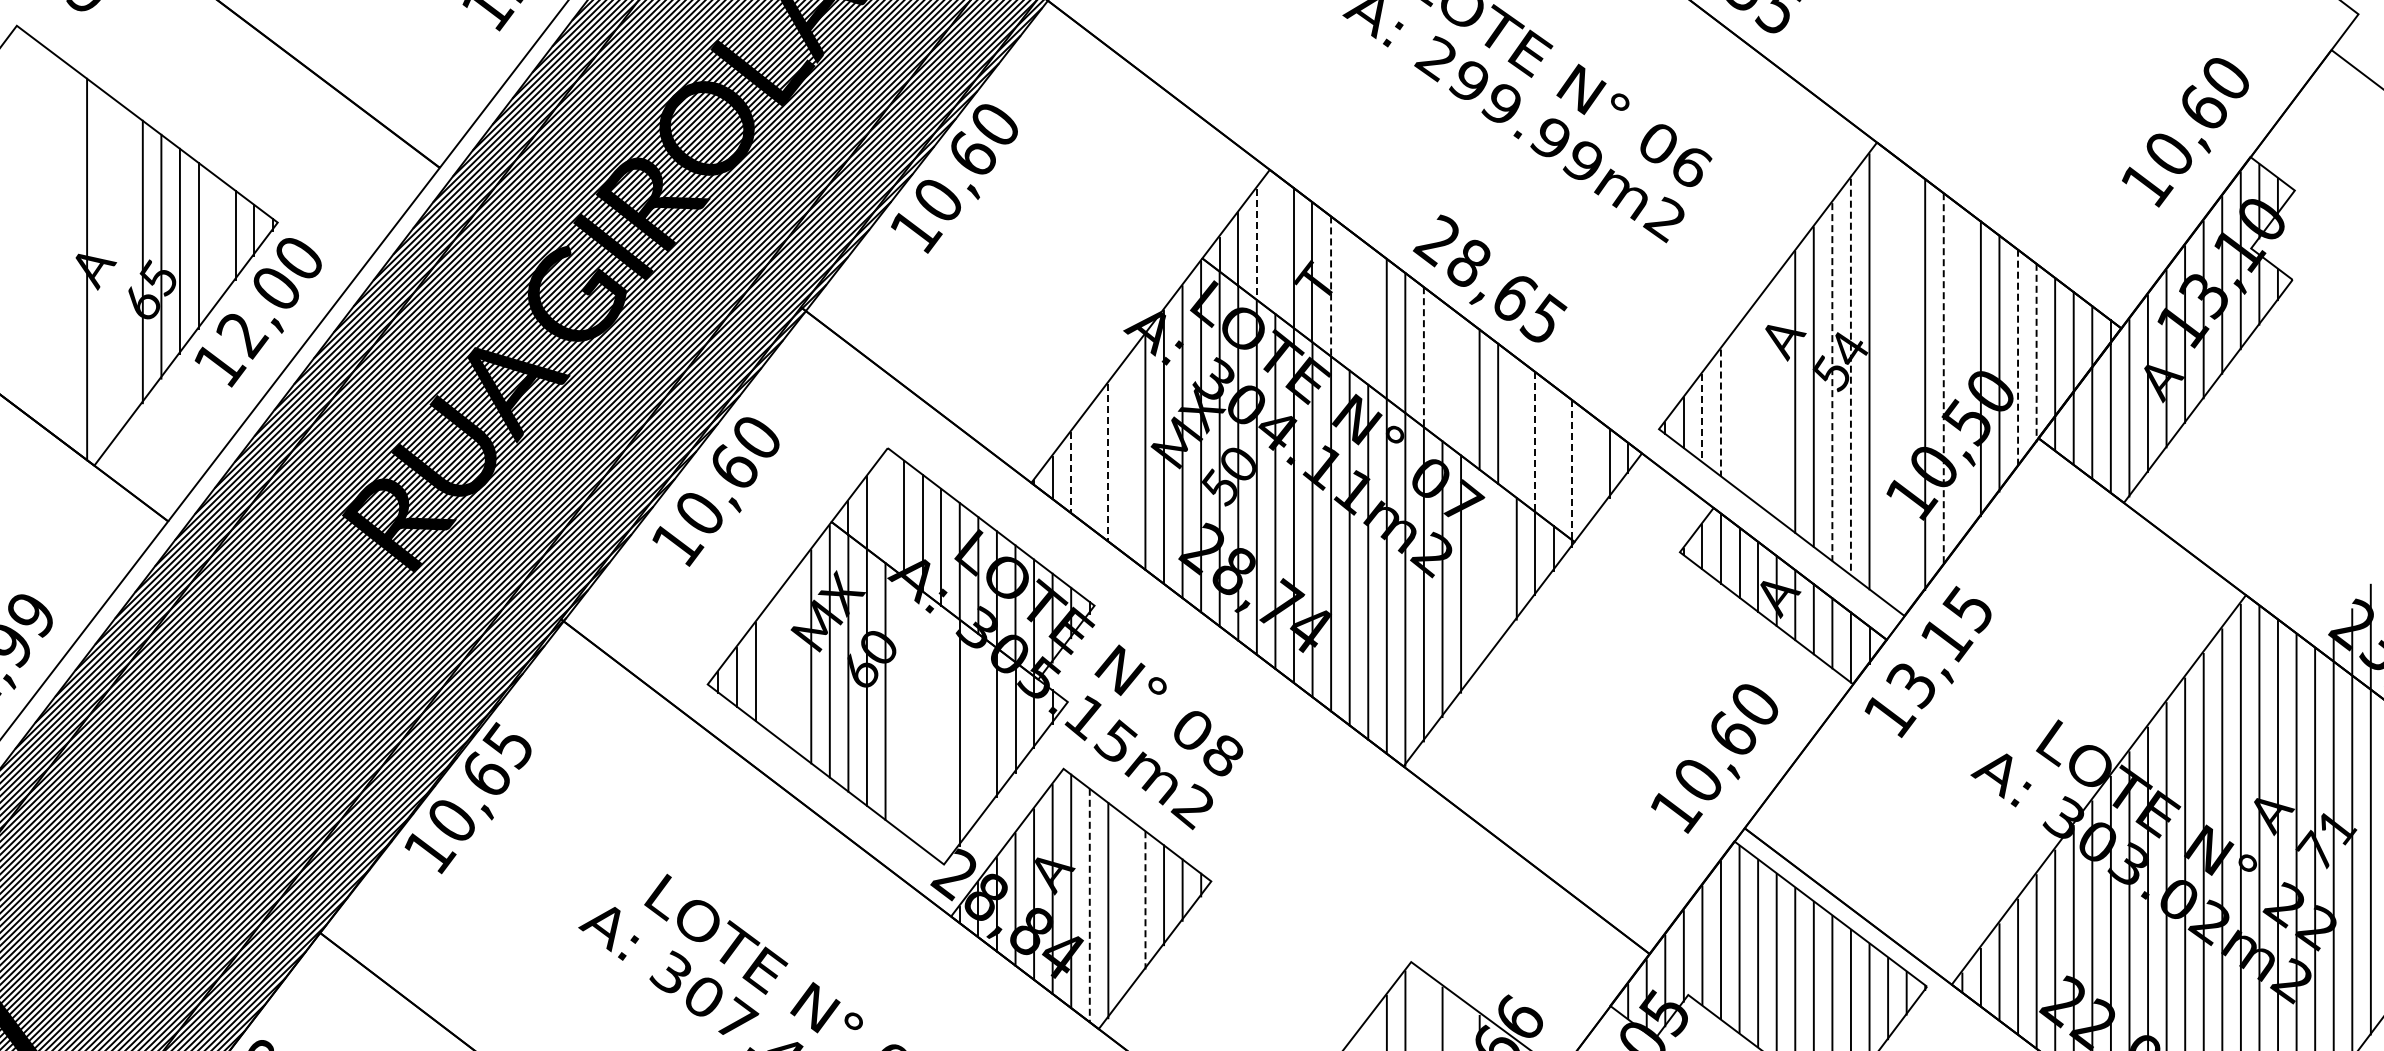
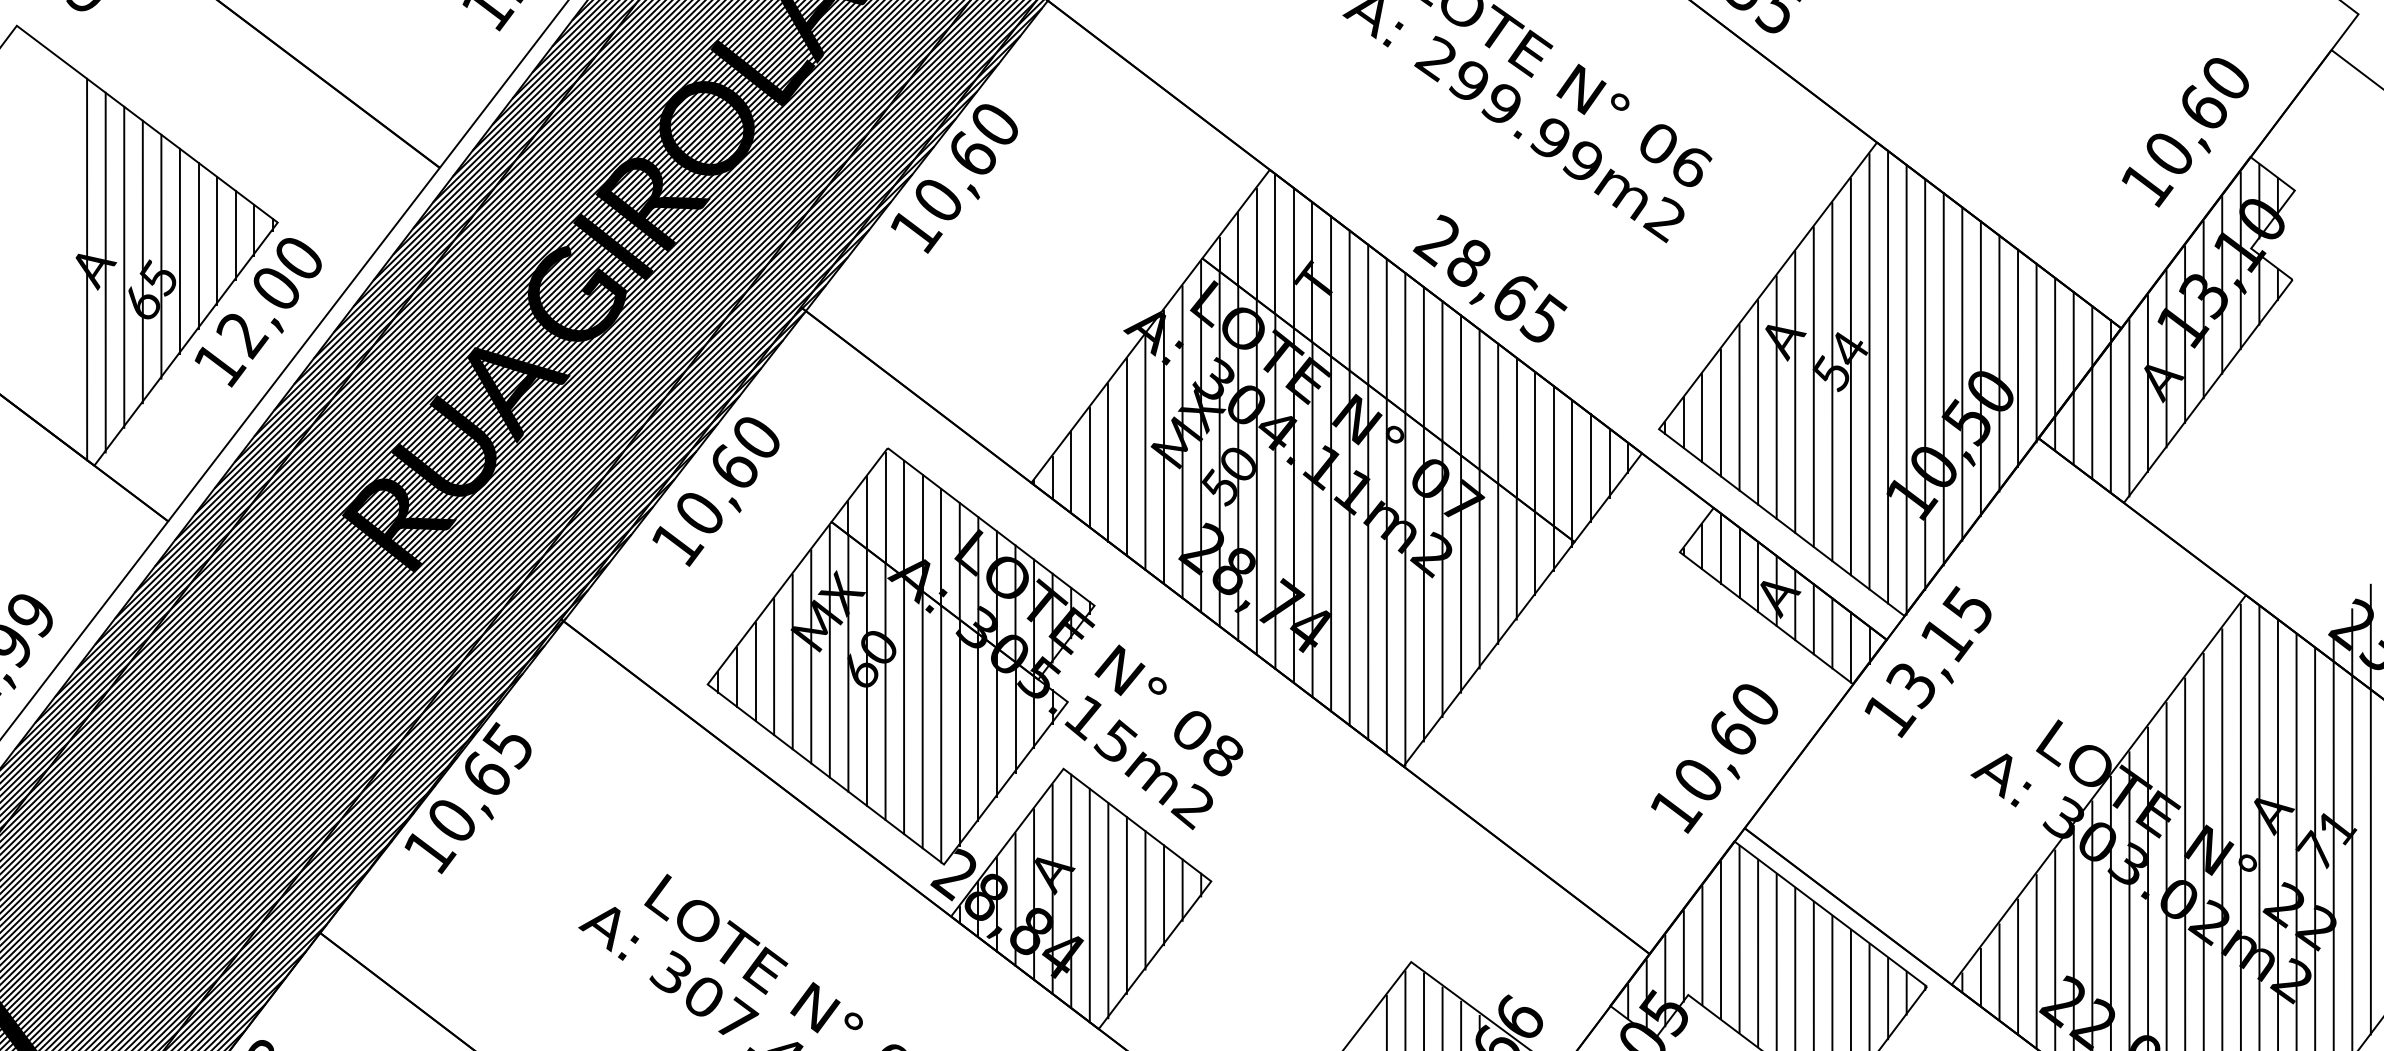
line at (217, 240): none -> present
line at (1256, 244): dashed -> solid
line at (1275, 244): none -> present
line at (124, 266): none -> present
line at (105, 272): none -> present
line at (1331, 286): dashed -> solid
line at (1349, 300): none -> present
line at (1368, 314): none -> present
line at (2036, 353): dashed -> solid
line at (1423, 357): dashed -> solid
line at (2018, 358): dashed -> solid
line at (1442, 371): none -> present
line at (1962, 373): none -> present
line at (1888, 376): none -> present
line at (1850, 377): dashed -> solid
line at (1943, 379): dashed -> solid
line at (1832, 382): dashed -> solid
line at (1461, 385): none -> present
line at (1906, 389): none -> present
line at (1776, 397): none -> present
line at (1758, 402): none -> present
line at (1739, 407): none -> present
line at (1720, 413): dashed -> solid
line at (1702, 418): dashed -> solid
line at (1516, 427): none -> present
line at (1535, 442): dashed -> solid
line at (1553, 456): none -> present
line at (1126, 457): none -> present
line at (1108, 462): dashed -> solid
line at (1089, 467): none -> present
line at (1591, 468): none -> present
line at (1572, 470): dashed -> solid
line at (1071, 473): dashed -> solid
line at (885, 507): none -> present
line at (1498, 563): none -> present
line at (1479, 568): none -> present
line at (792, 661): none -> present
line at (774, 667): none -> present
line at (904, 705): none -> present
line at (922, 719): none -> present
line at (978, 727): none -> present
line at (941, 733): none -> present
line at (1145, 900): dashed -> solid
line at (1089, 905): dashed -> solid
line at (1126, 905): none -> present
line at (1424, 1010): none -> present
line at (1461, 1024): none -> present
